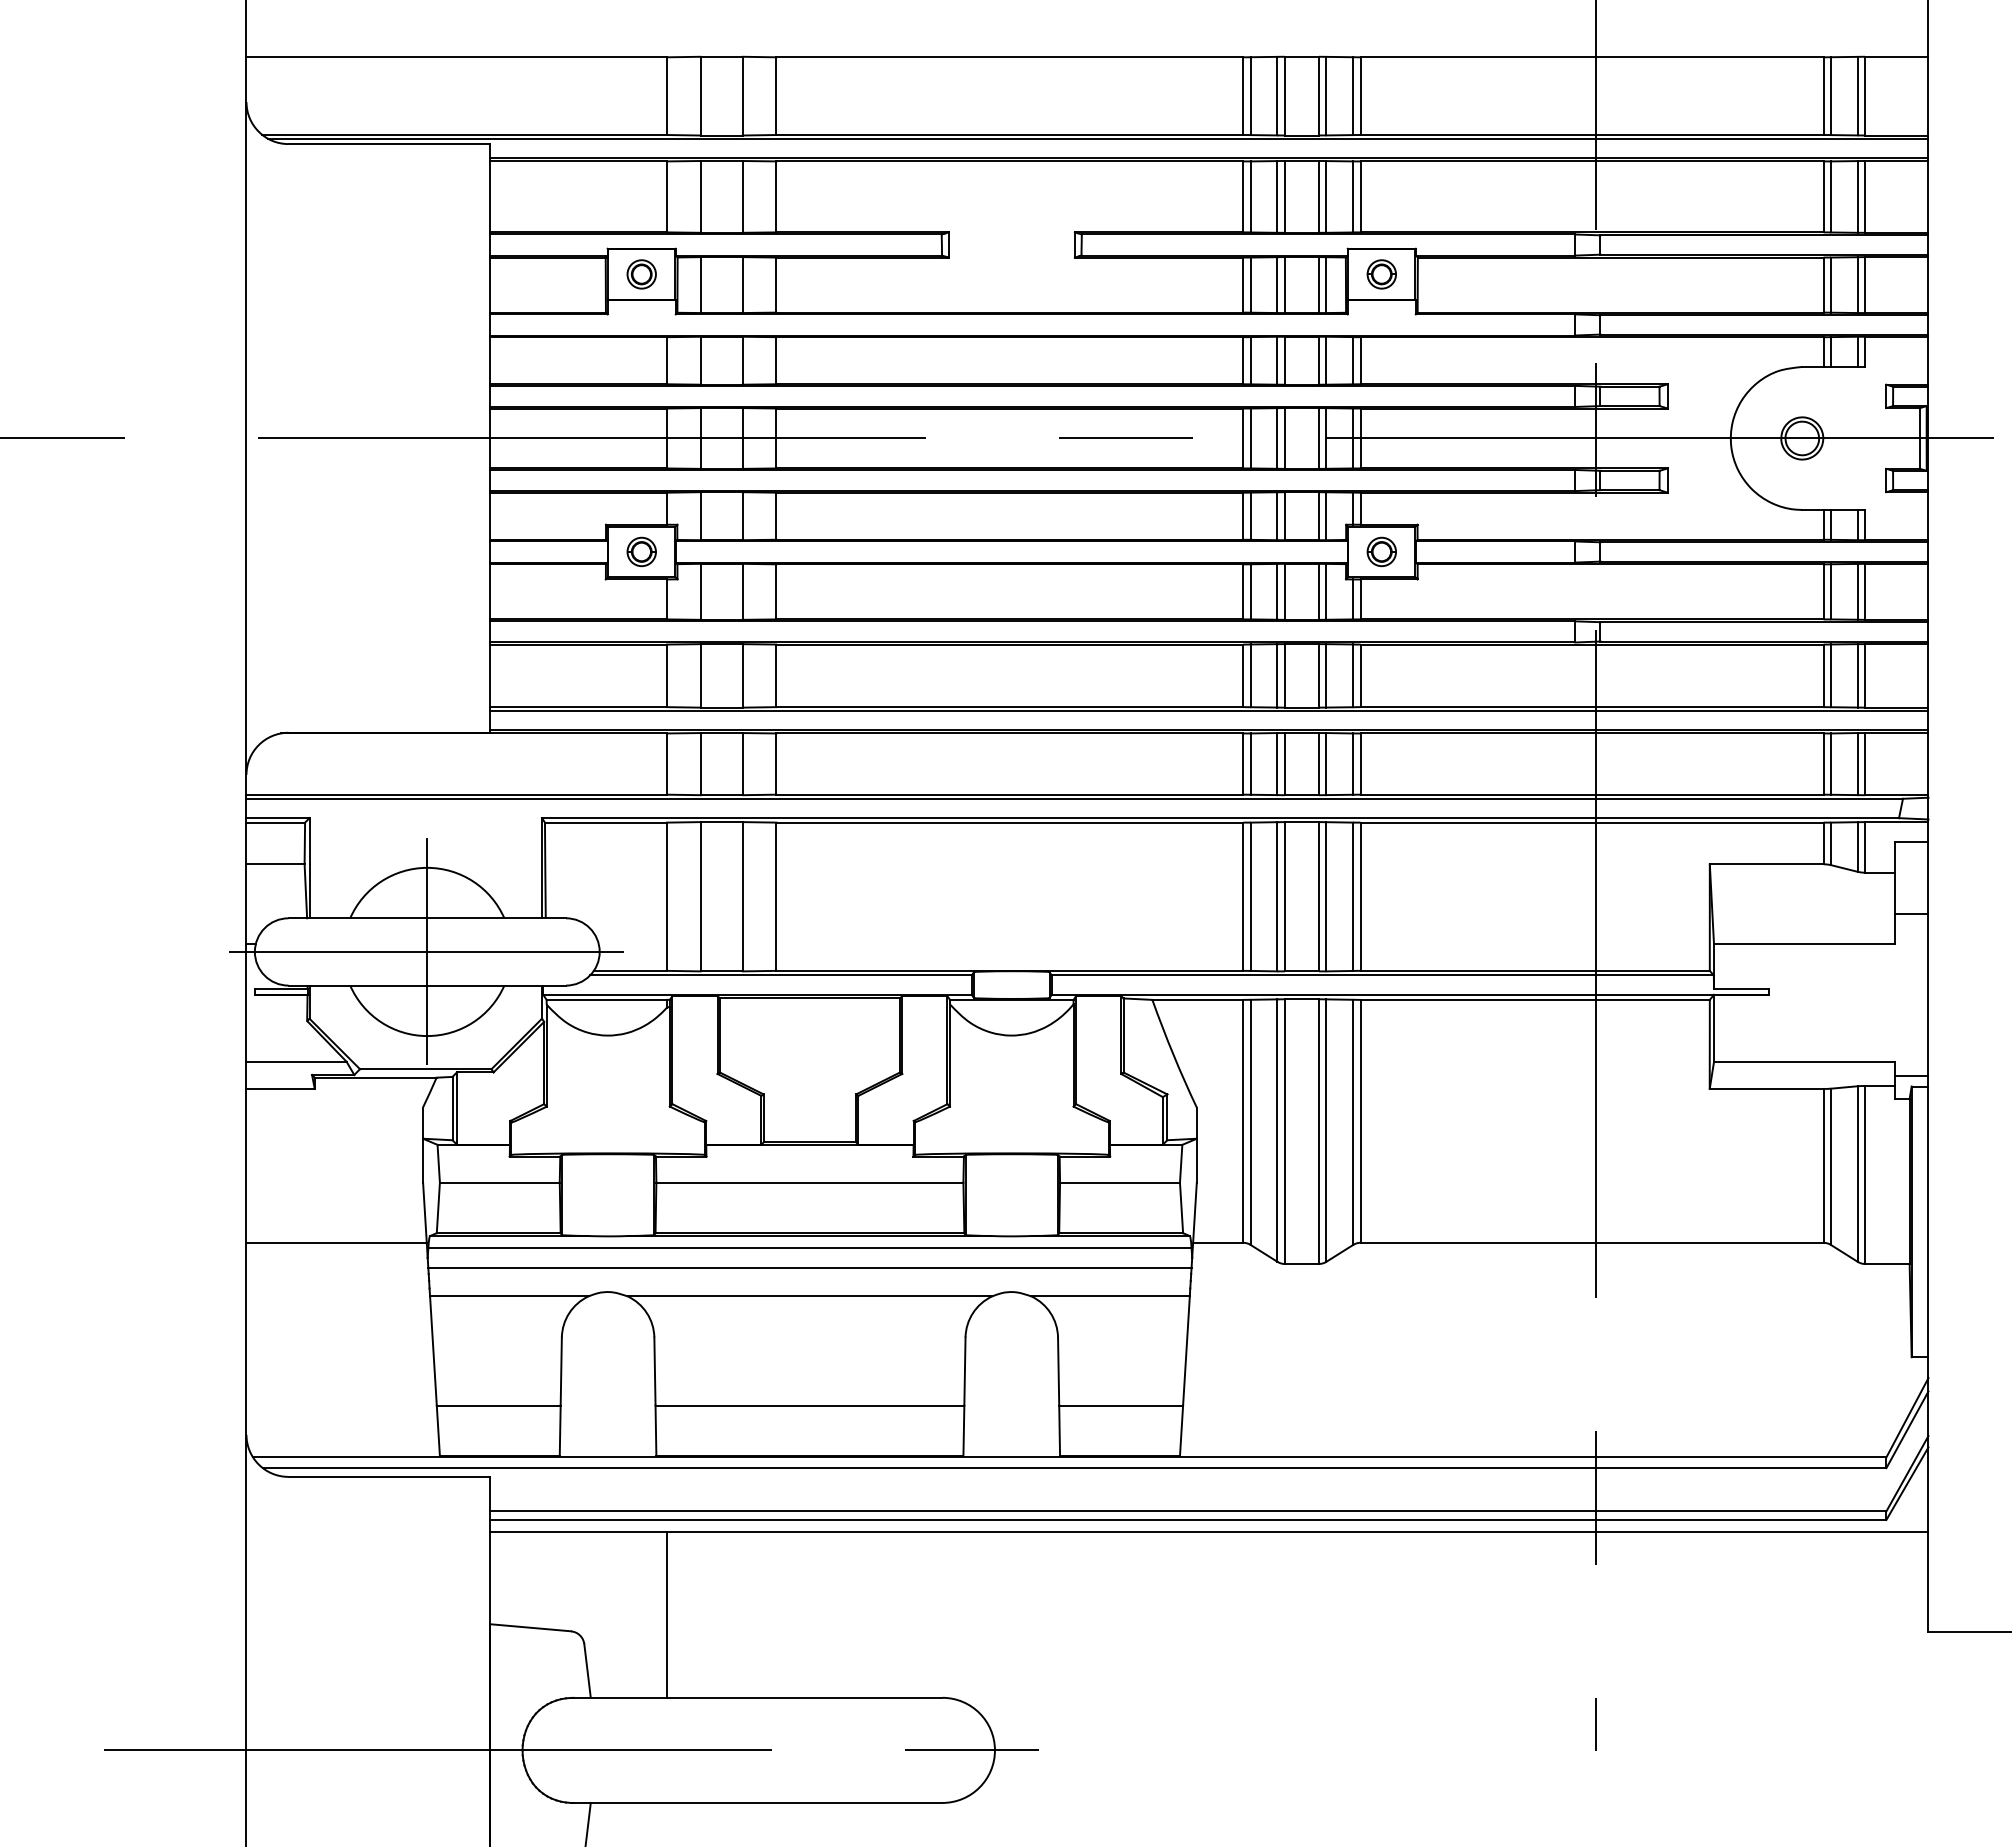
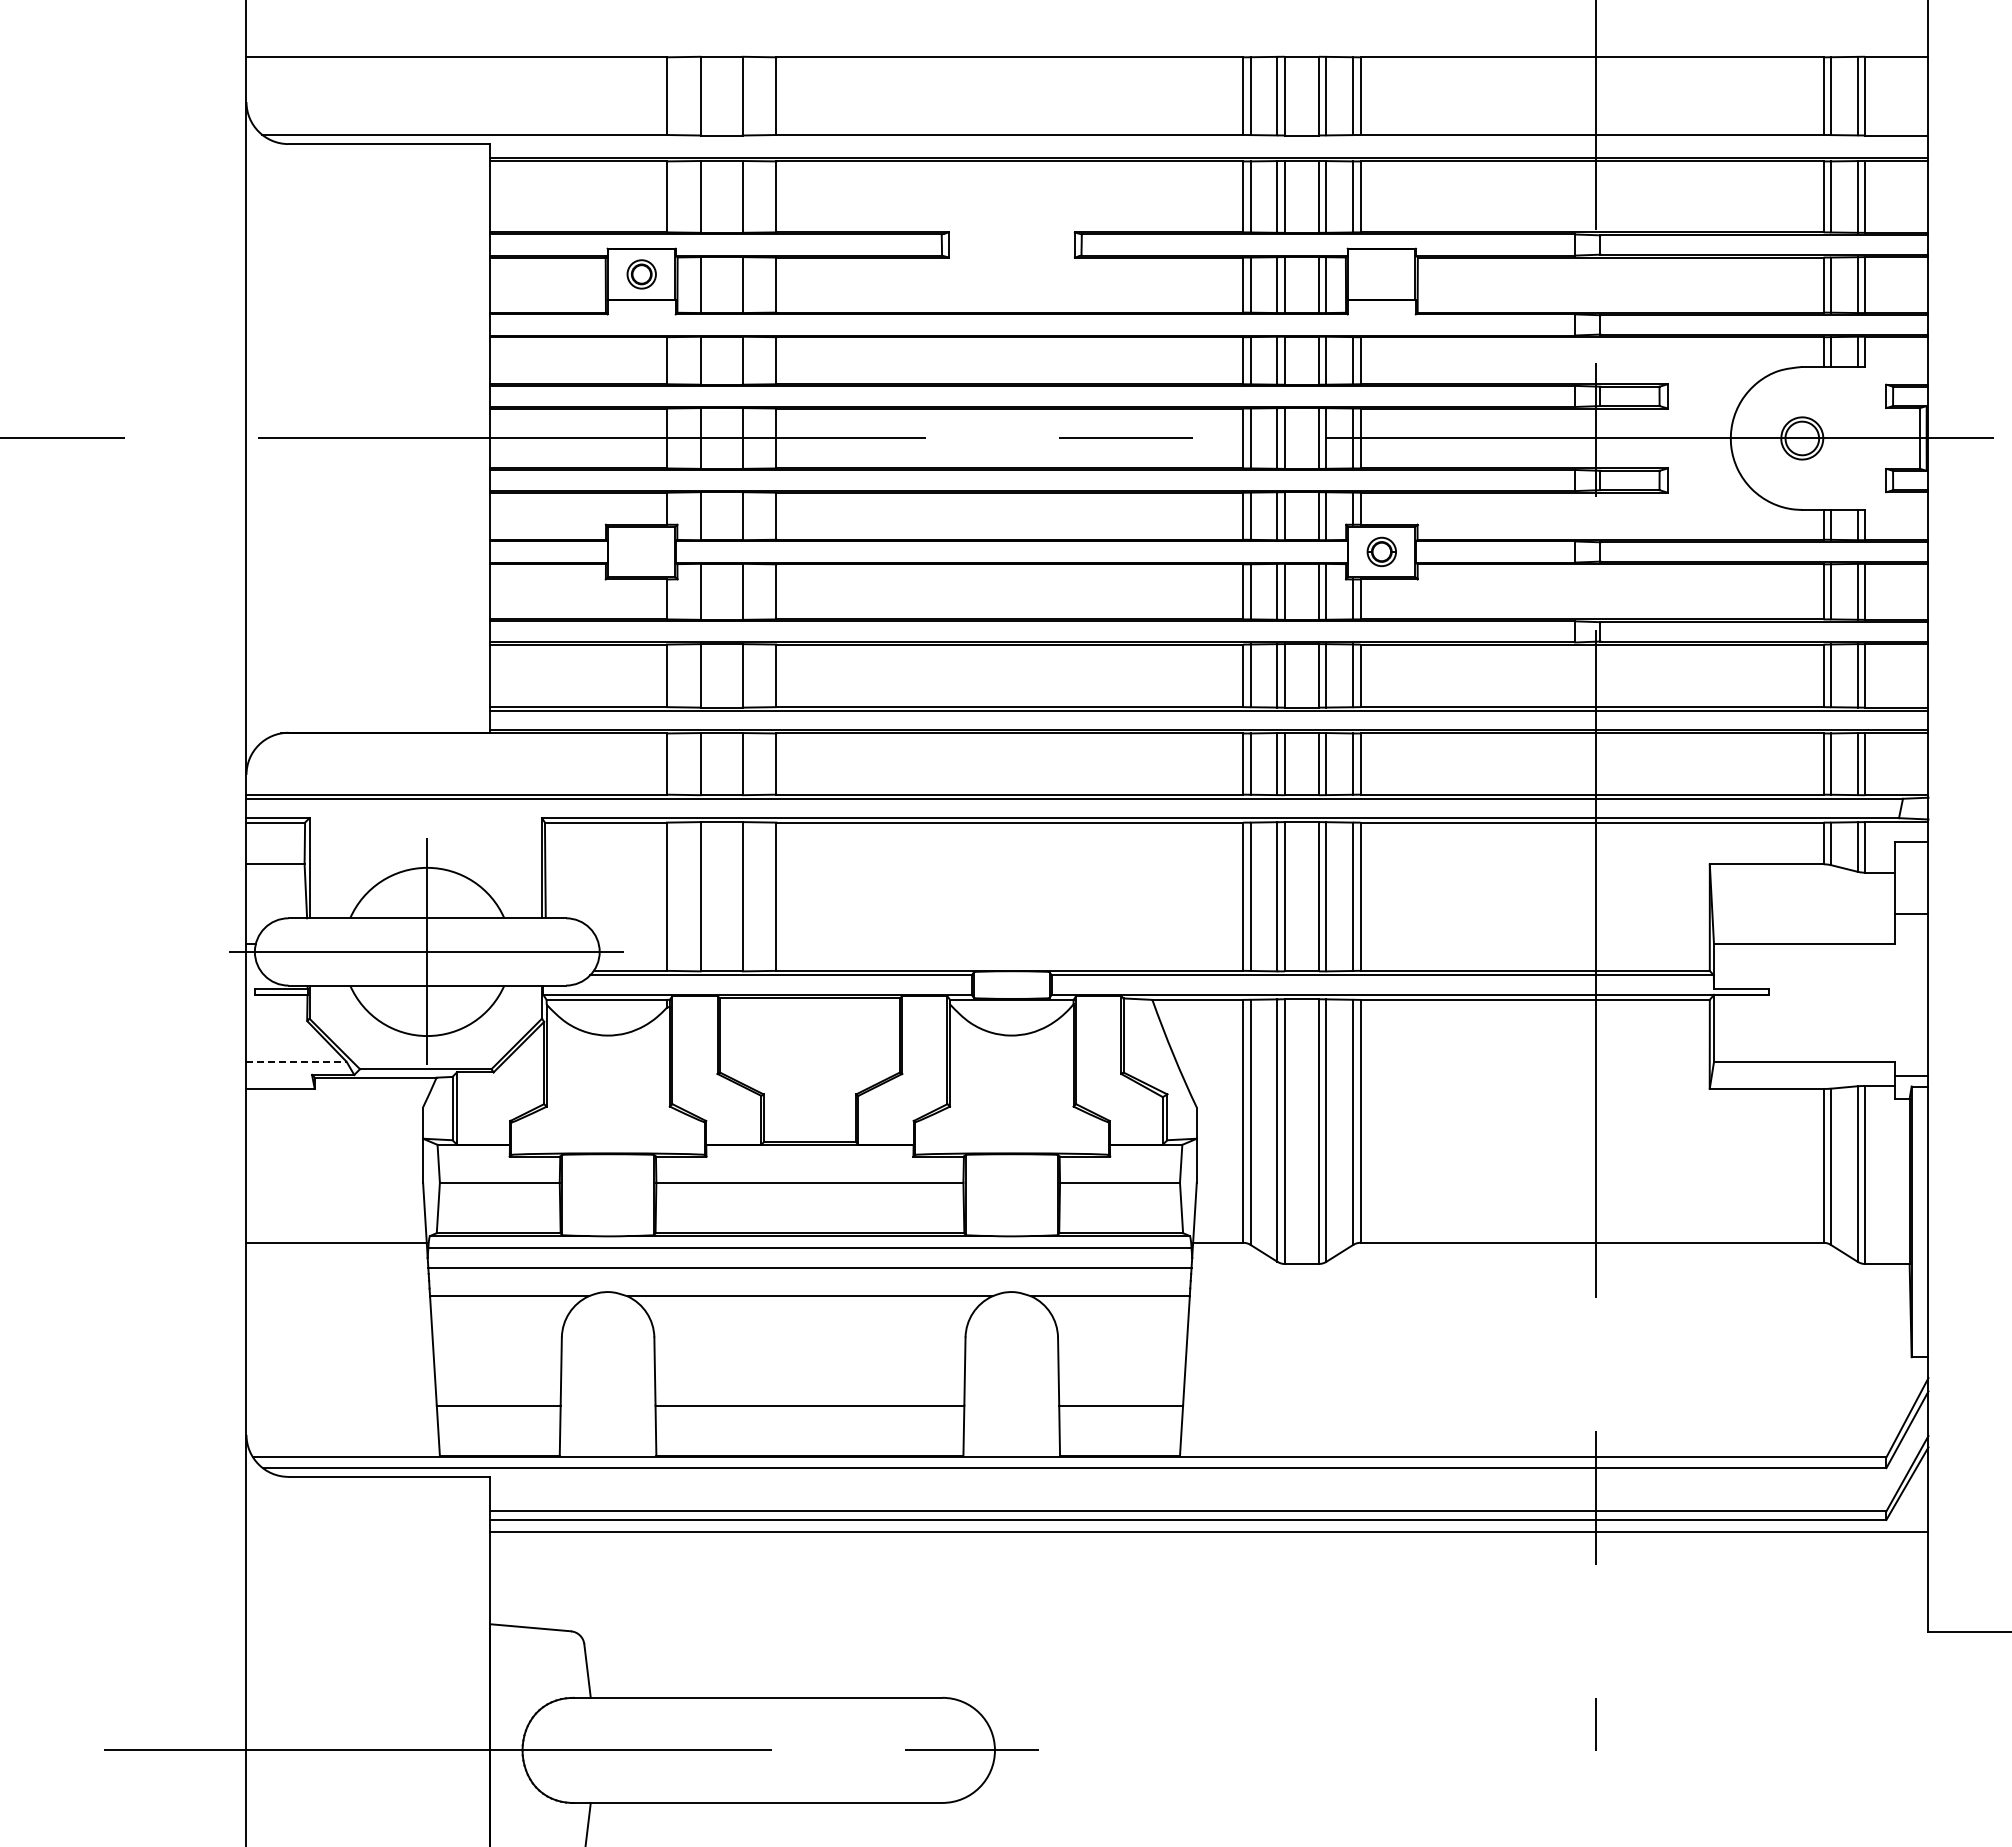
line at (1097, 138): present -> none
part at (1381, 274): present -> none
part at (641, 551): present -> none
line at (297, 1061): solid -> dashed
line at (666, 1614): present -> none
